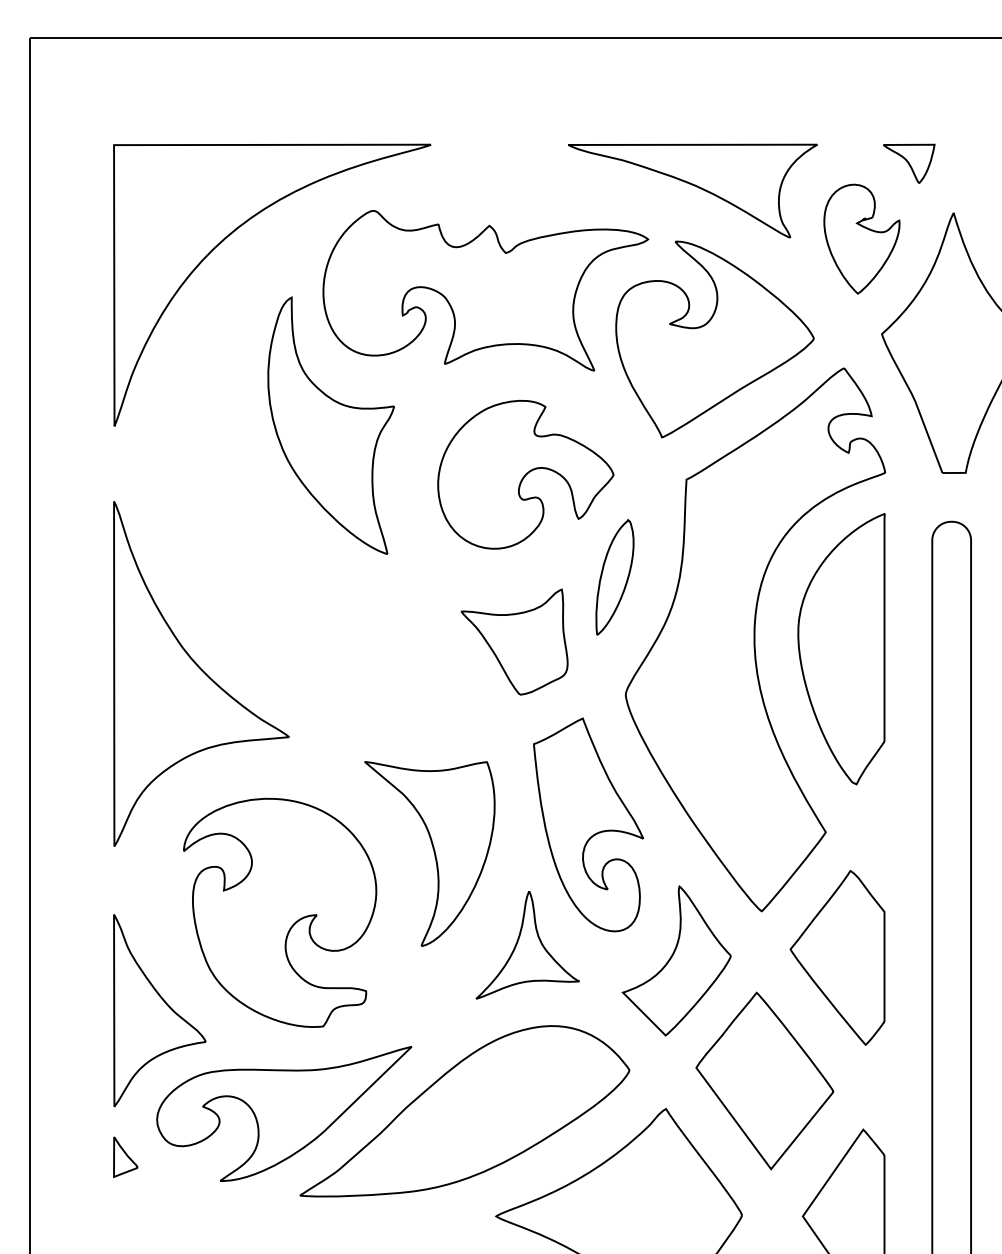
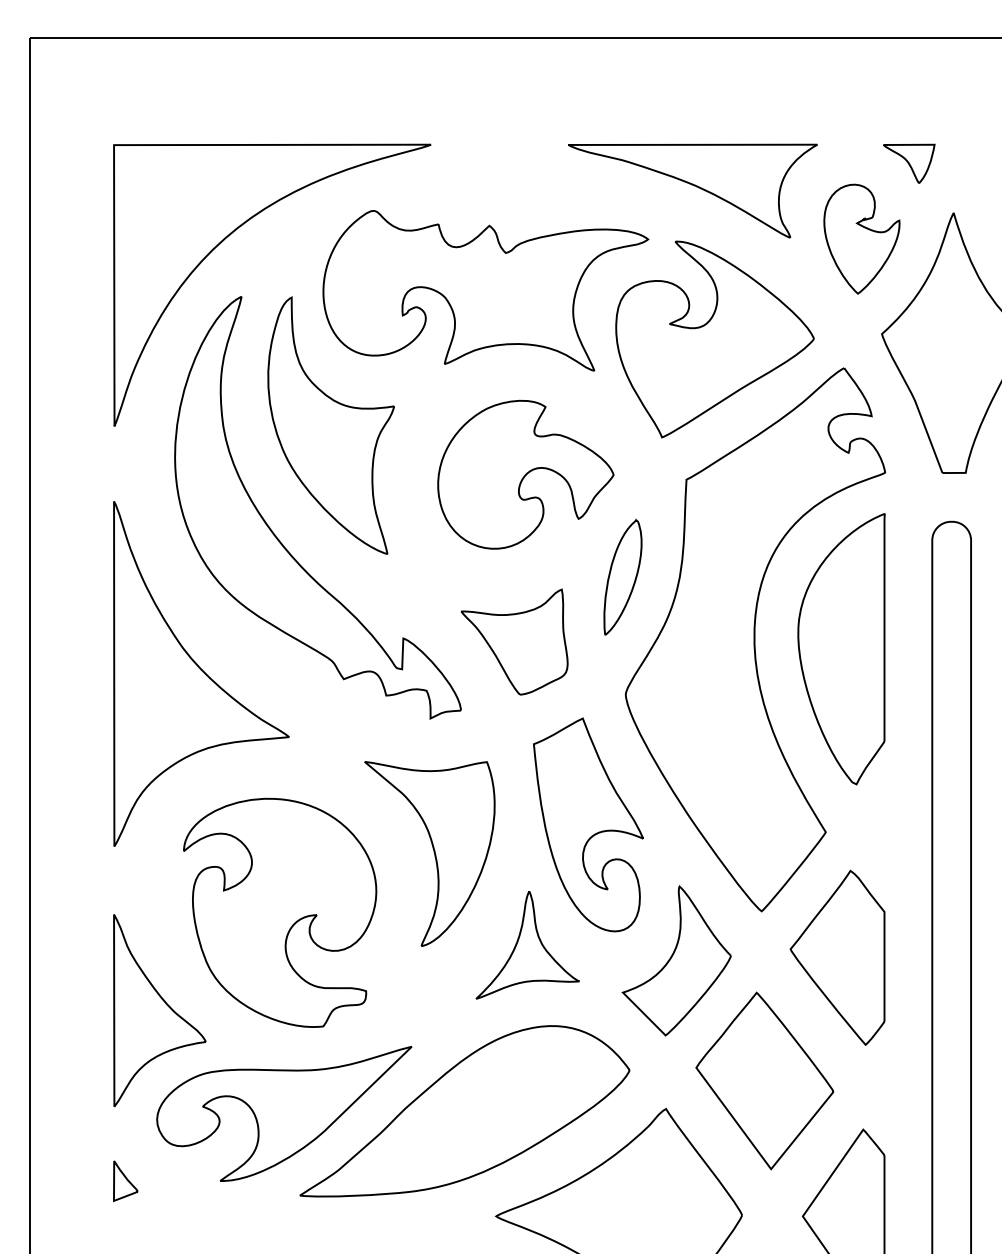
part at (276, 535): none -> present
part at (614, 576) position: (614, 576) -> (622, 576)
part at (125, 1157) position: (125, 1157) -> (125, 1181)
